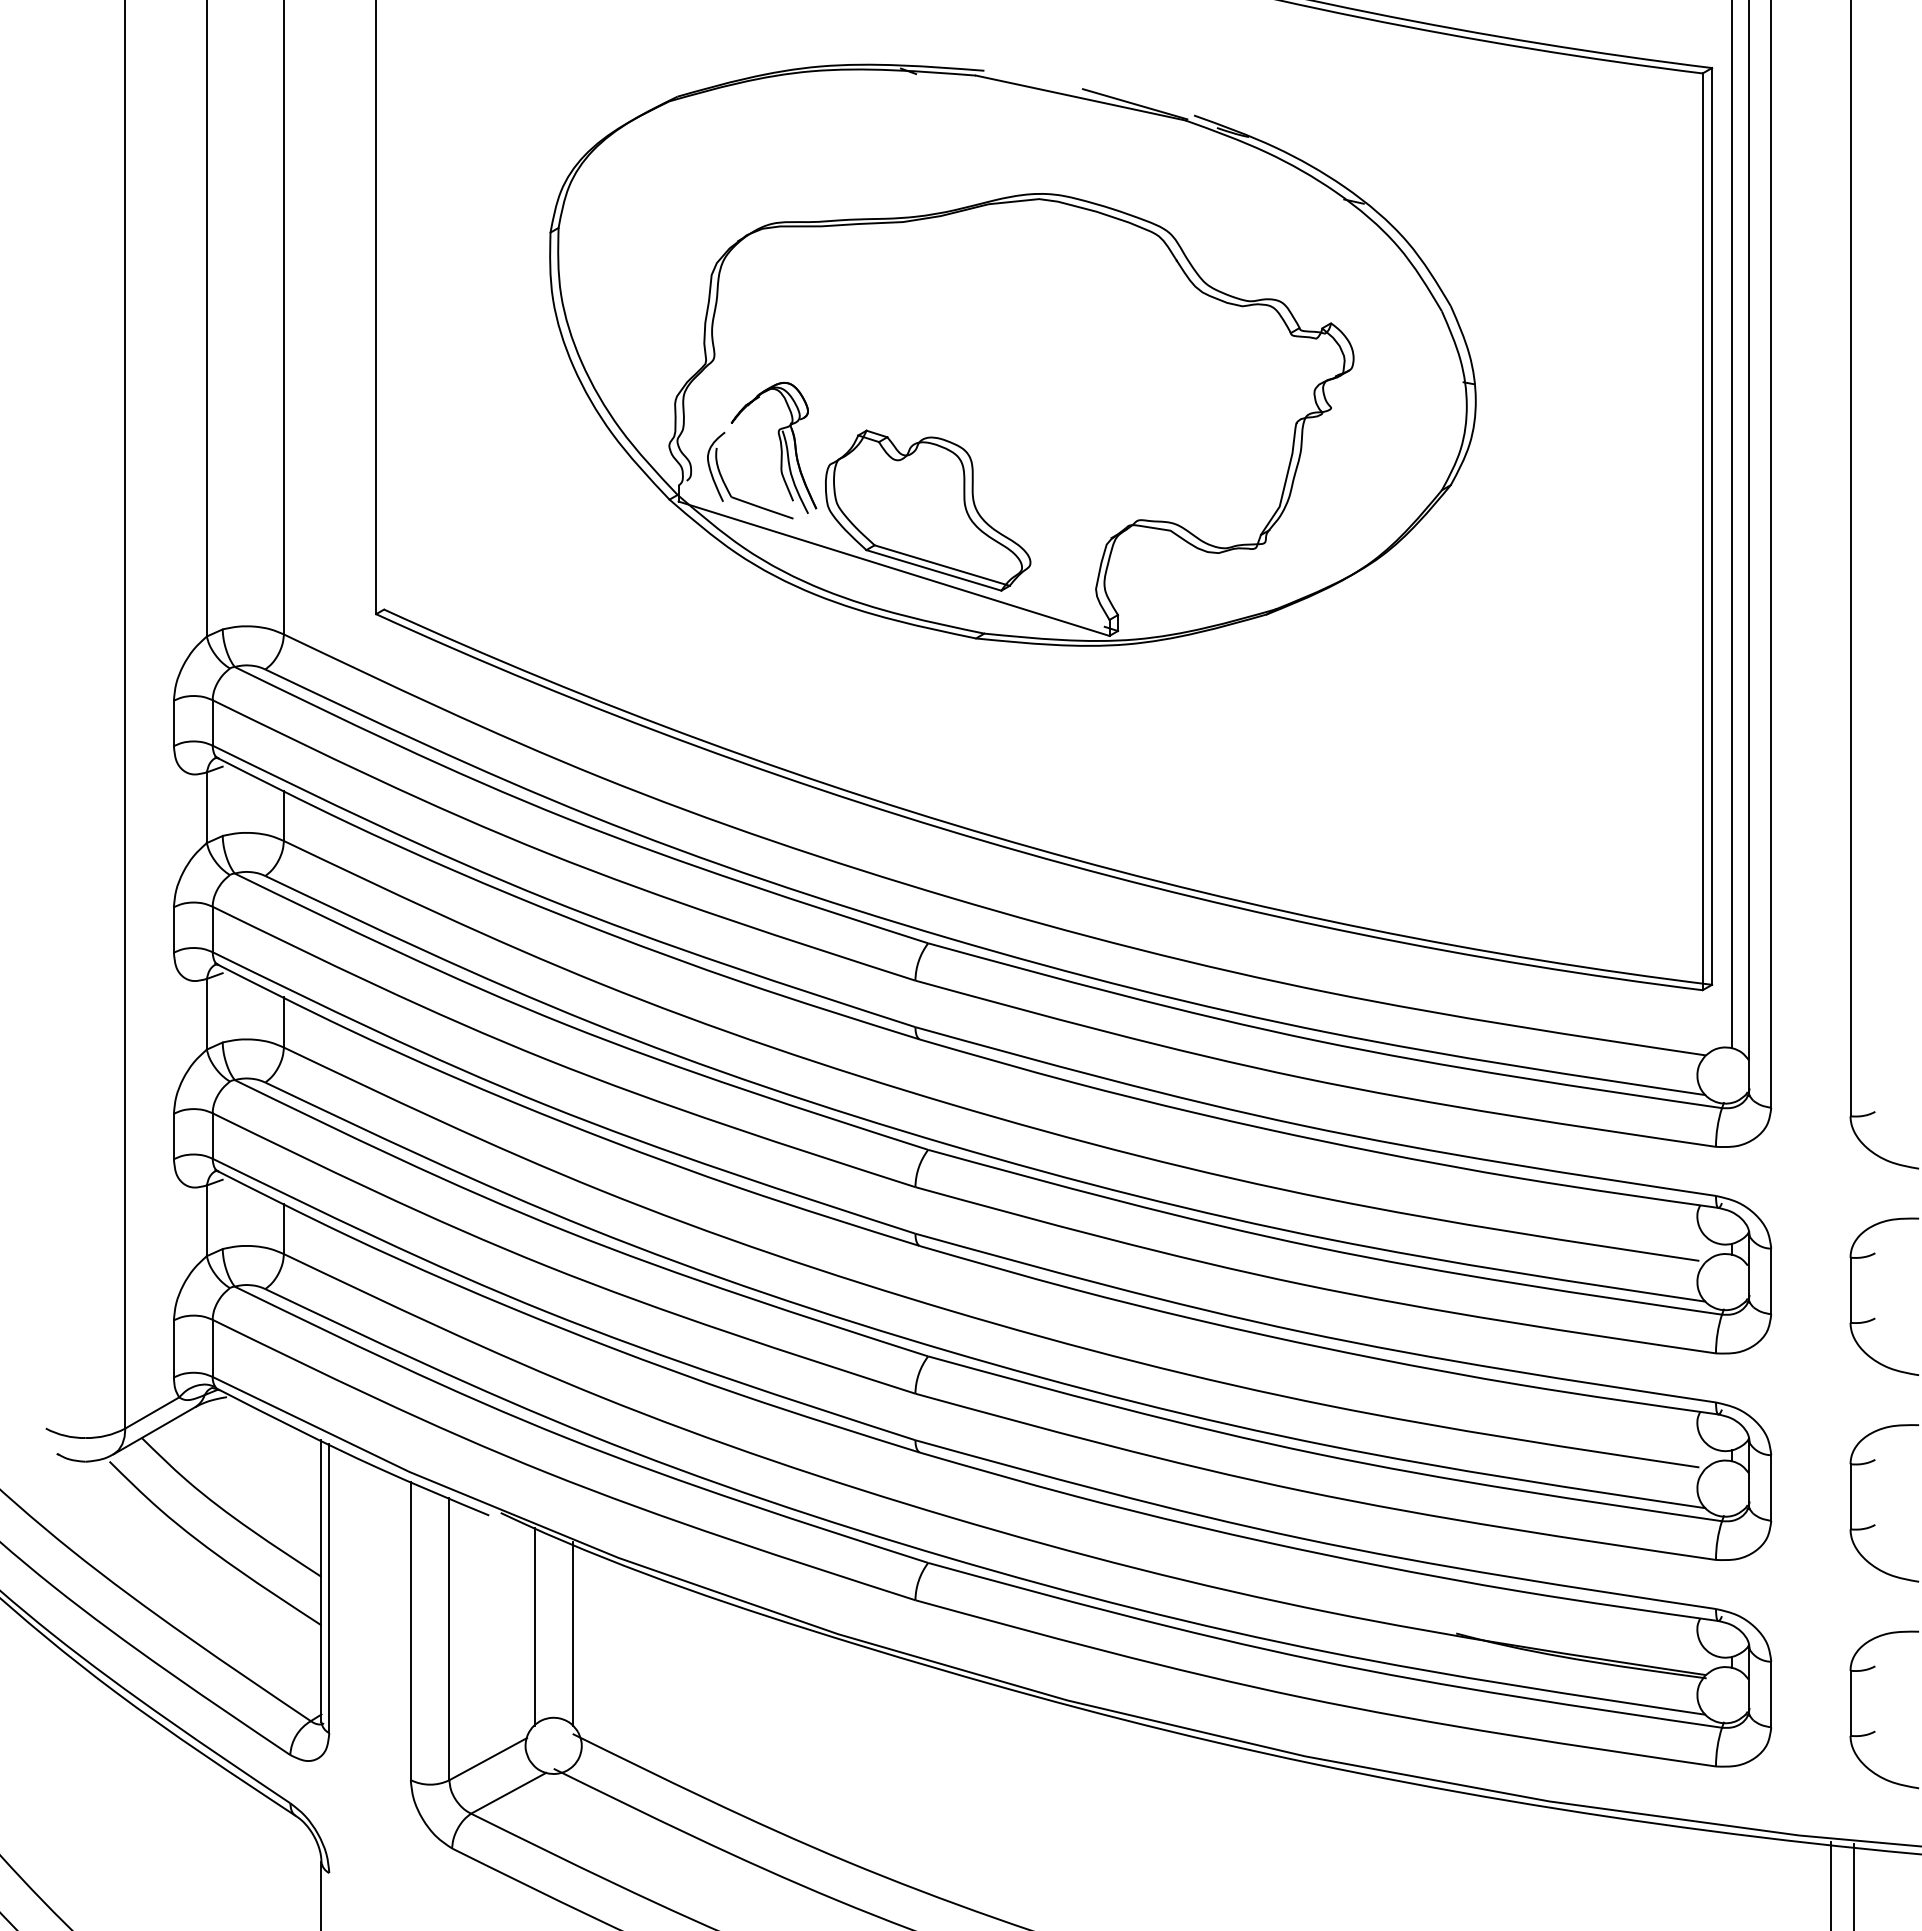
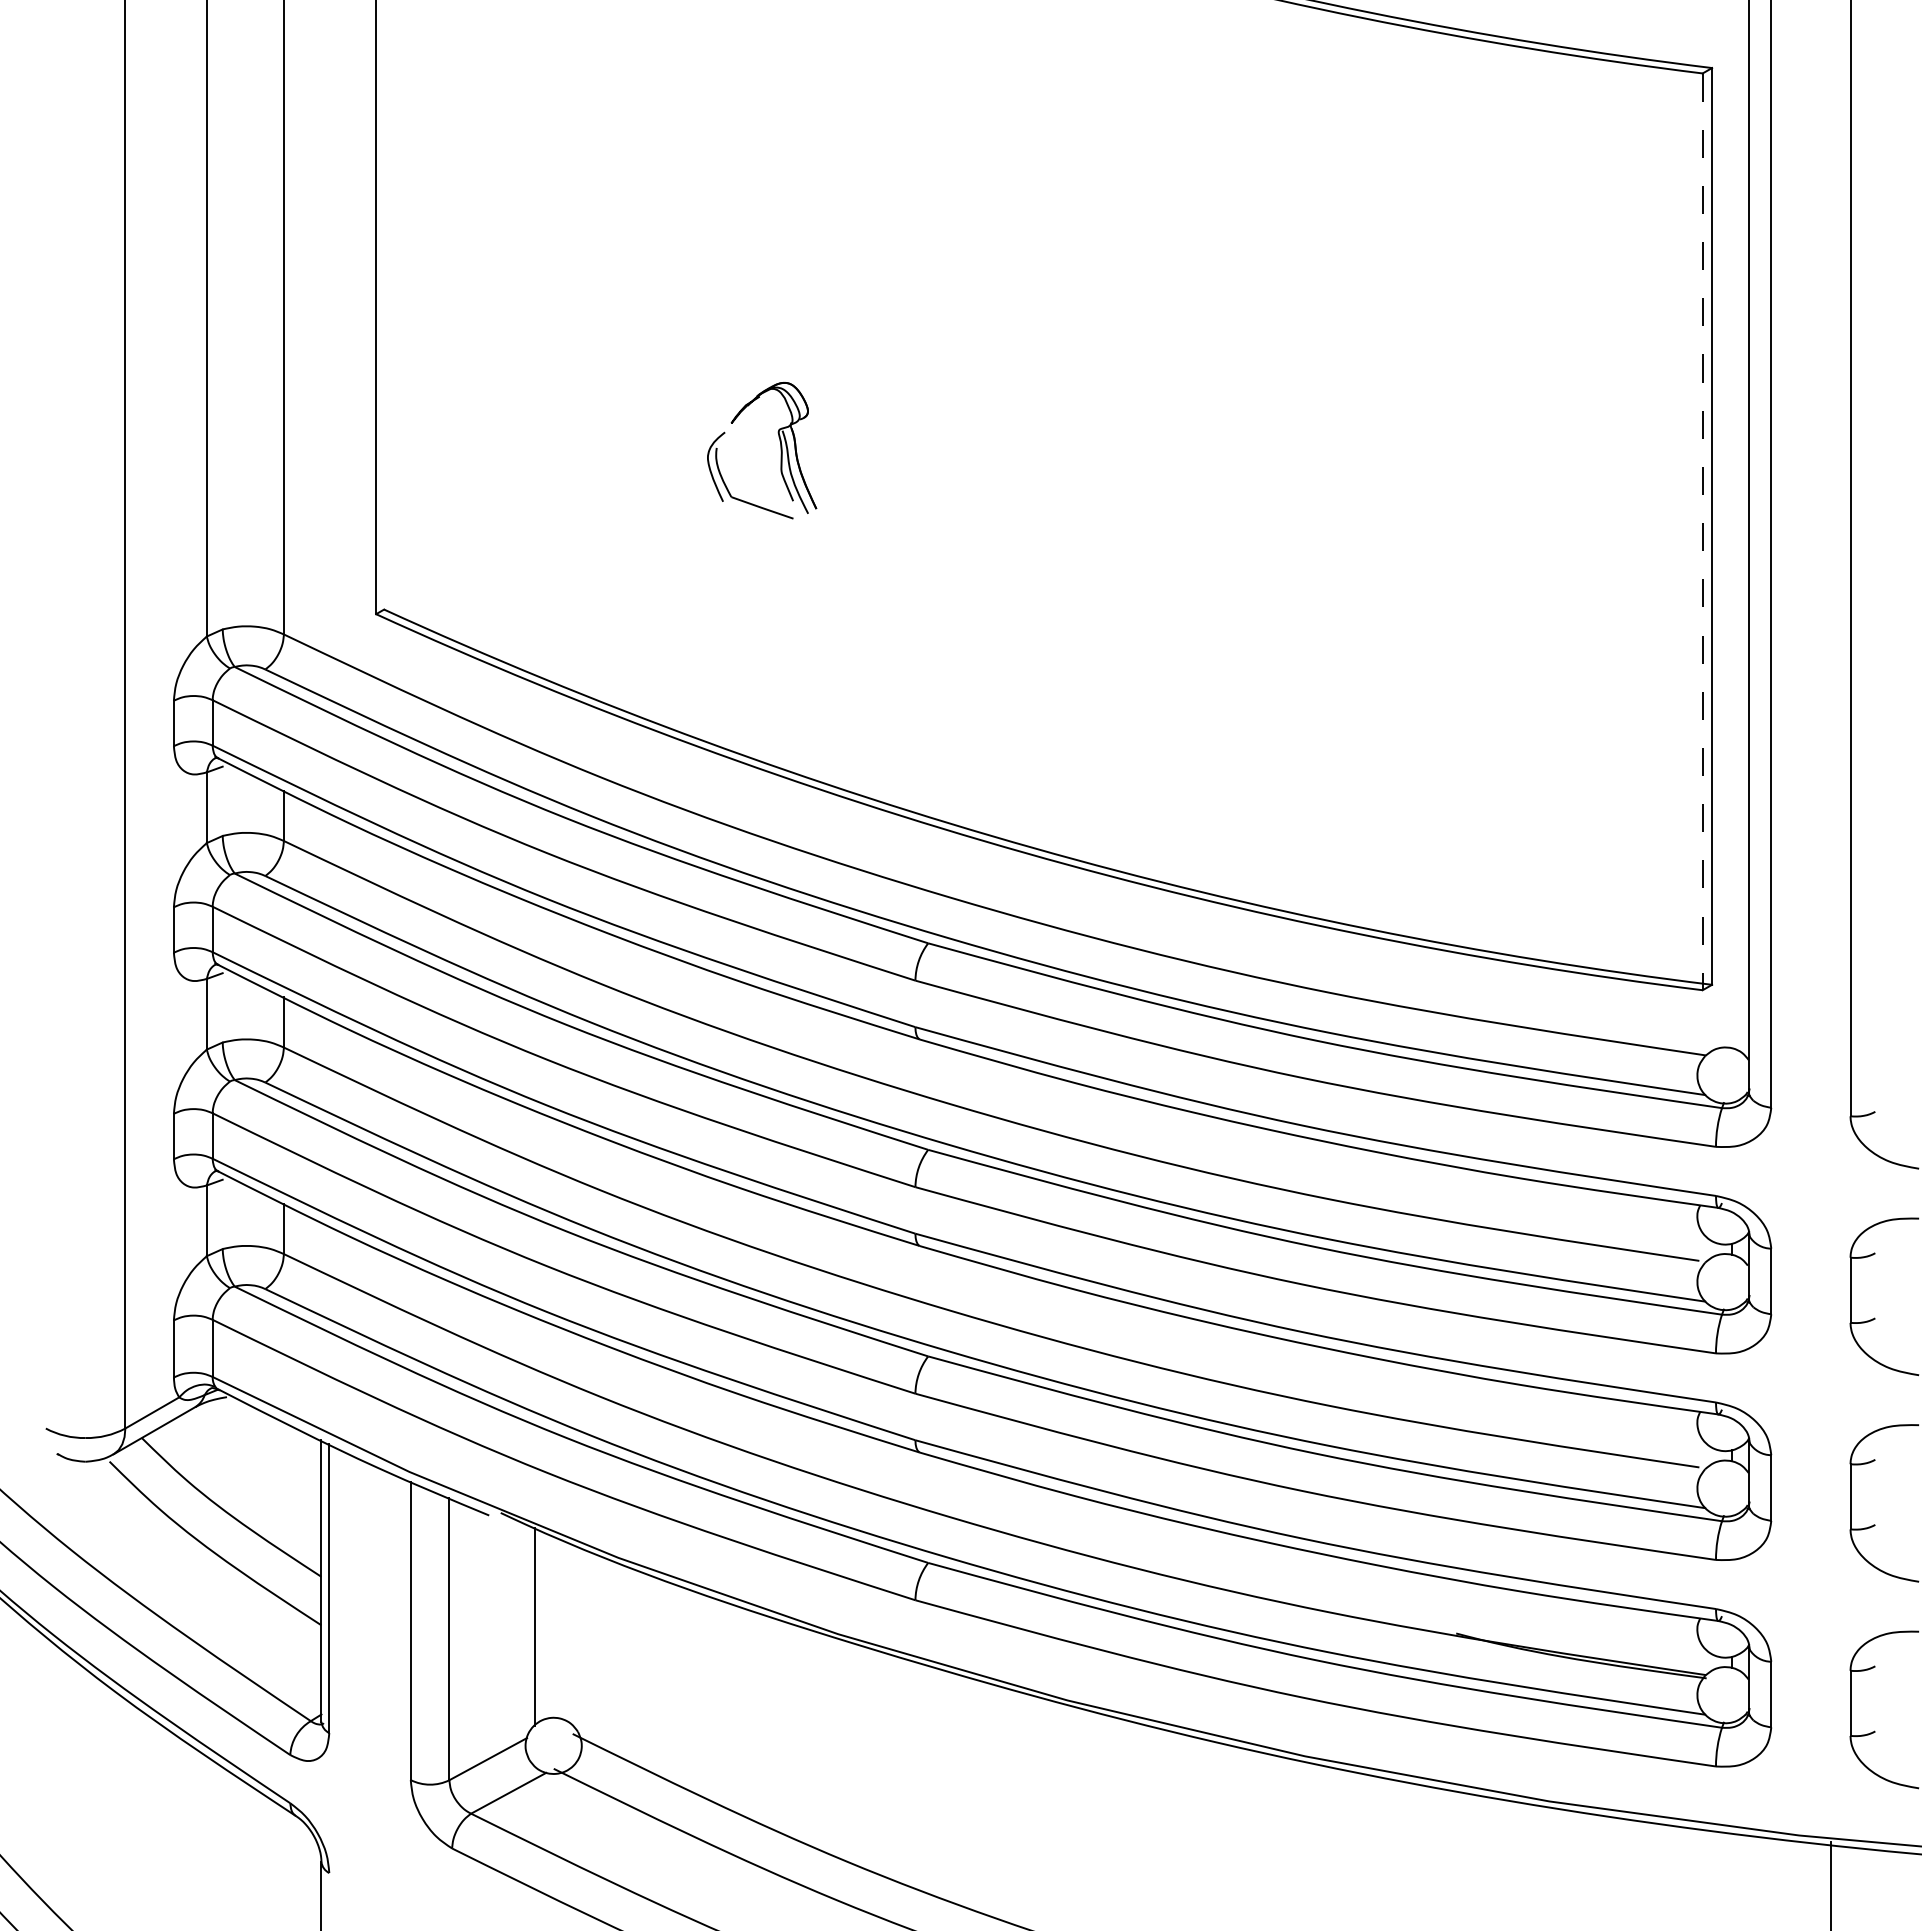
part at (1012, 354): present -> none
line at (1731, 525): present -> none
line at (1702, 532): solid -> dashed
line at (572, 1633): present -> none
line at (1853, 1885): present -> none
